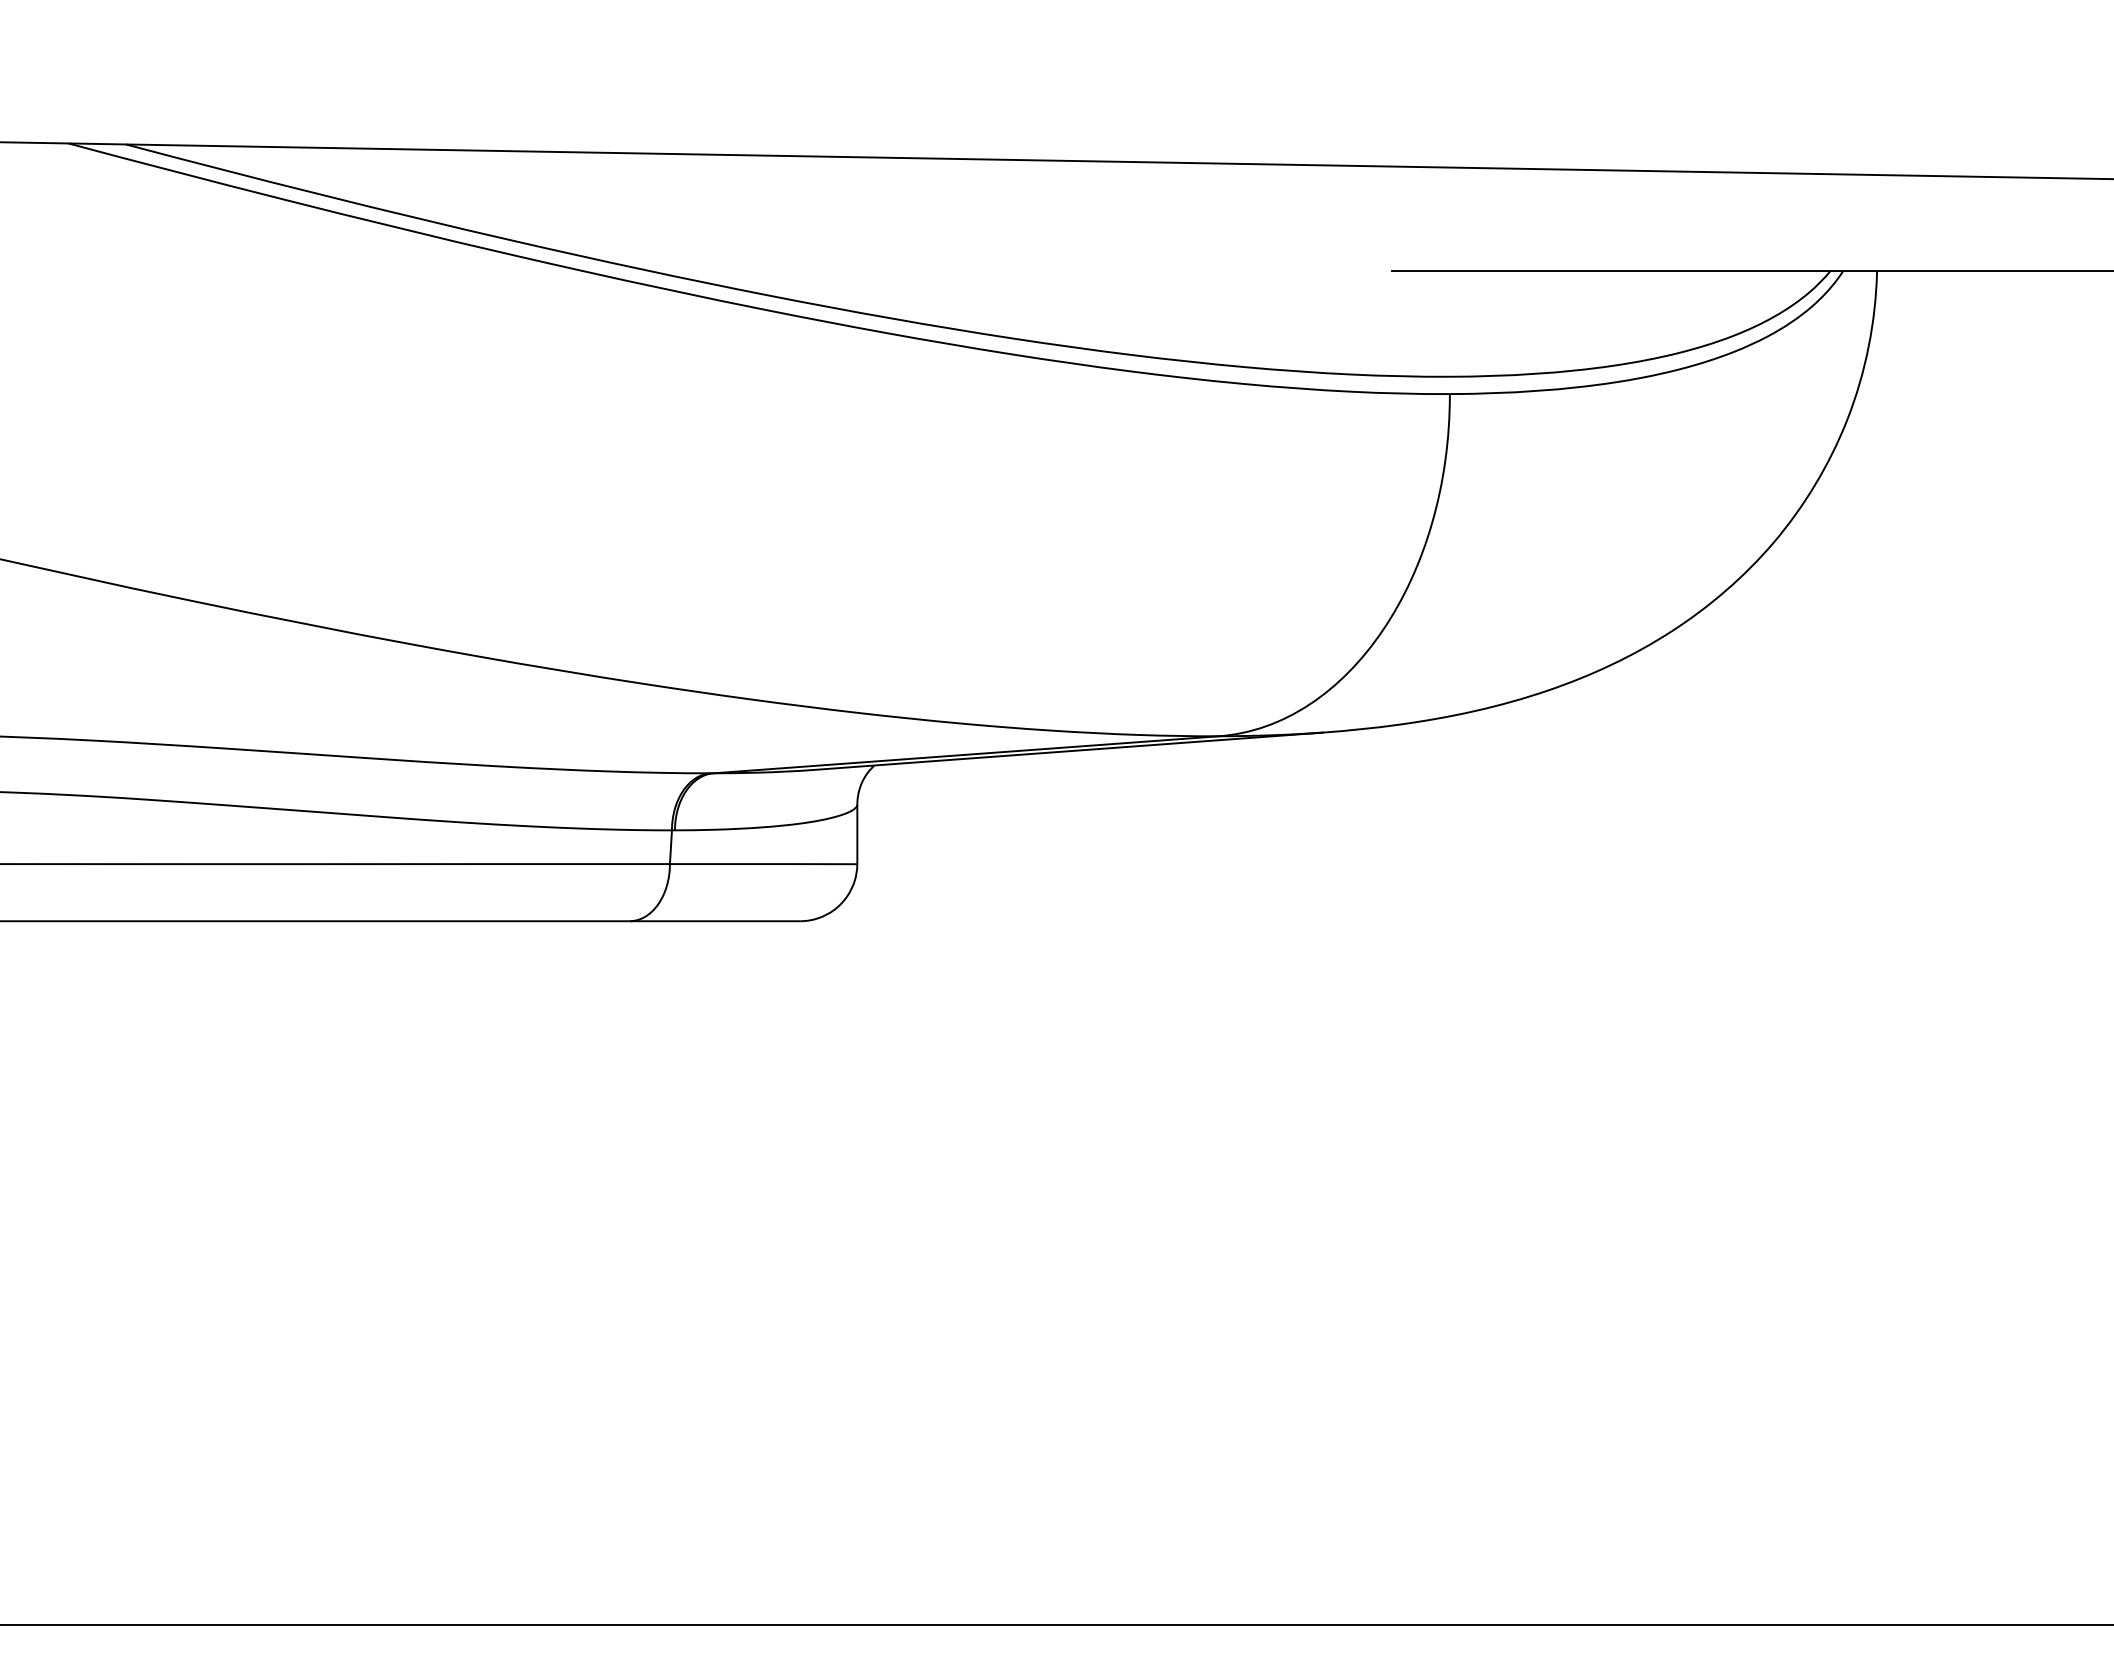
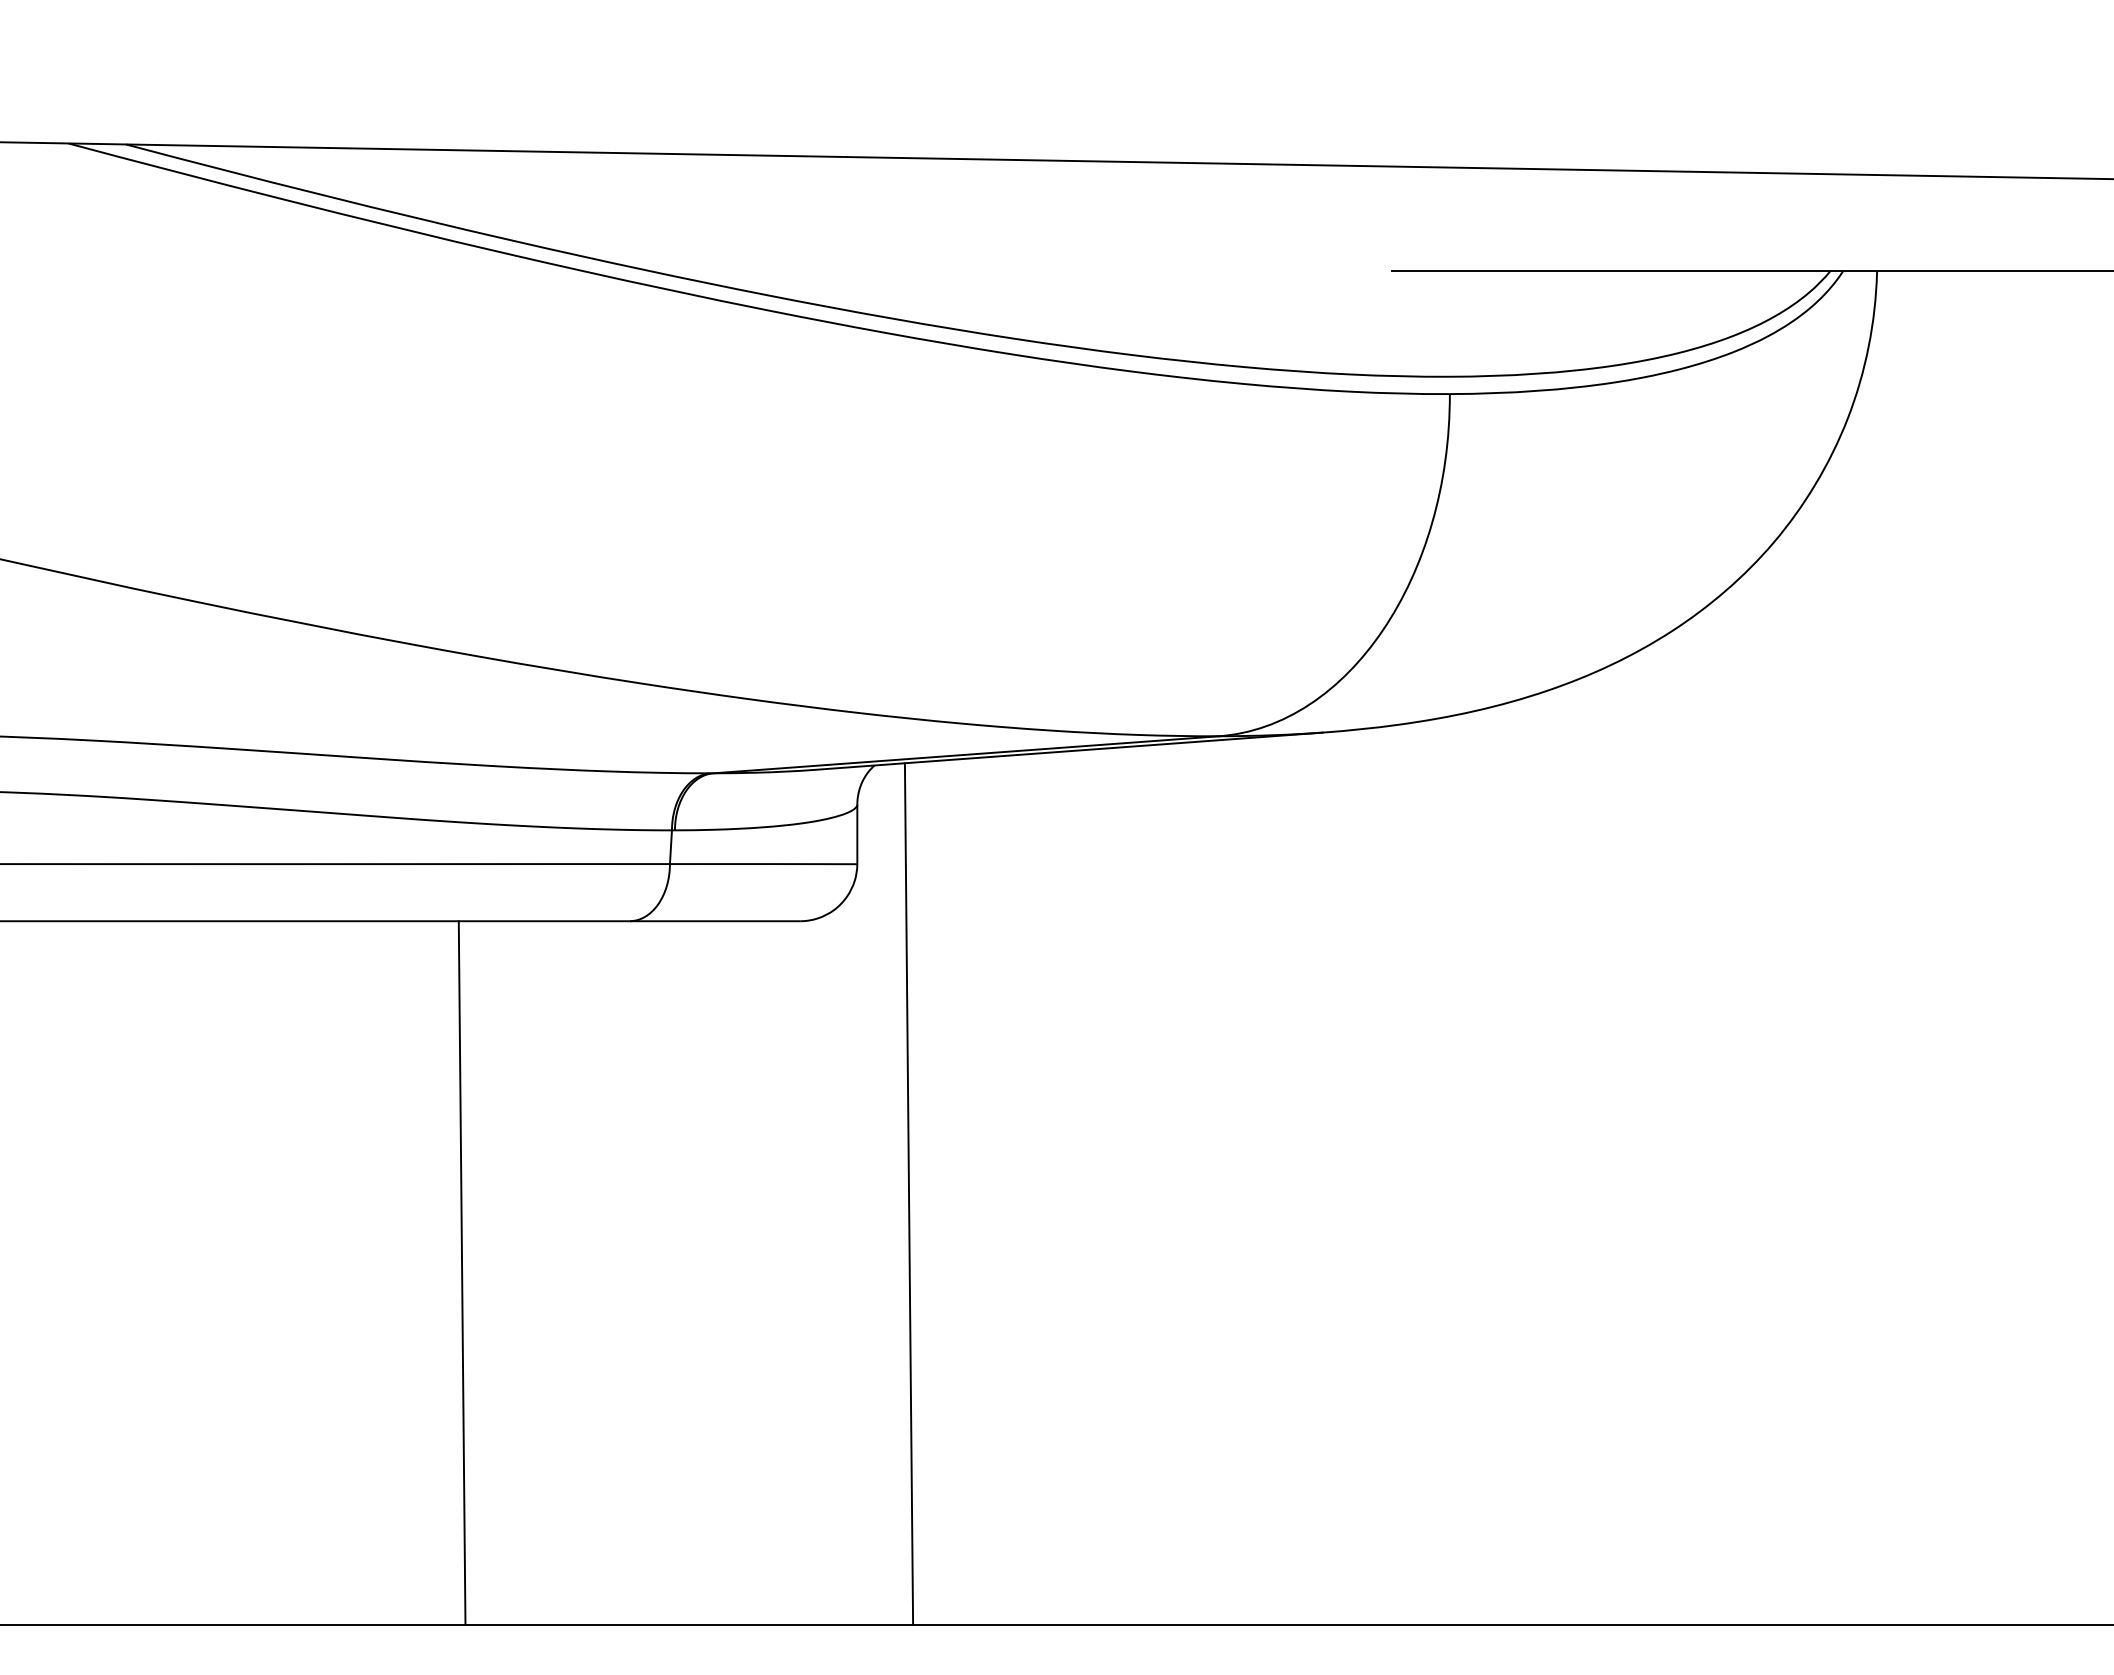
line at (908, 1193): none -> present
line at (461, 1272): none -> present
